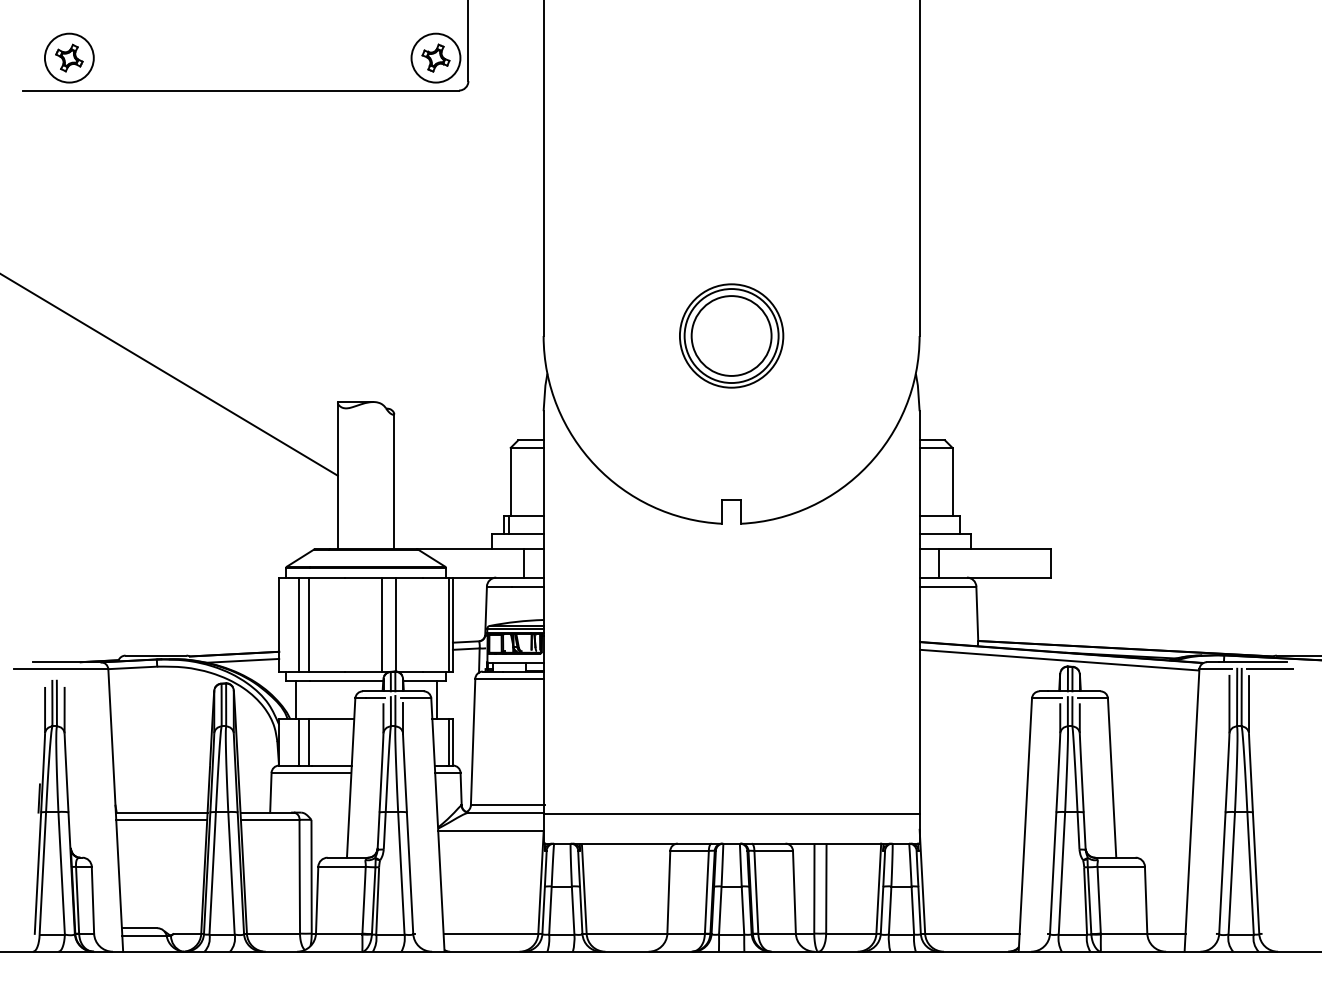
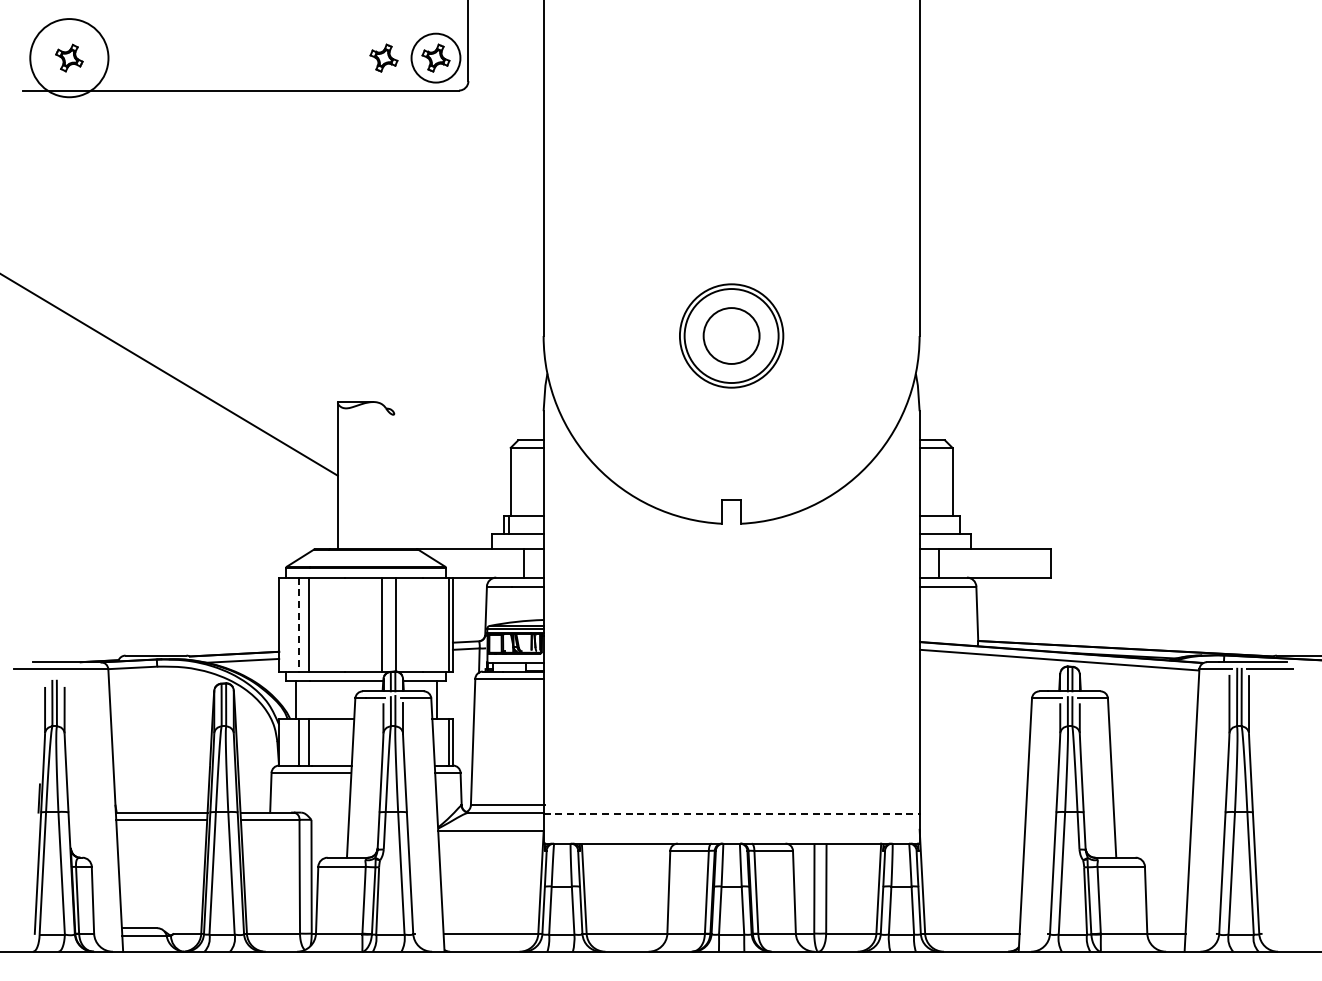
circle at (68, 57) diameter: 49 px -> 78 px
part at (383, 57): none -> present
circle at (731, 335) diameter: 80 px -> 56 px
line at (394, 481): present -> none
line at (298, 625): solid -> dashed
line at (732, 813): solid -> dashed
